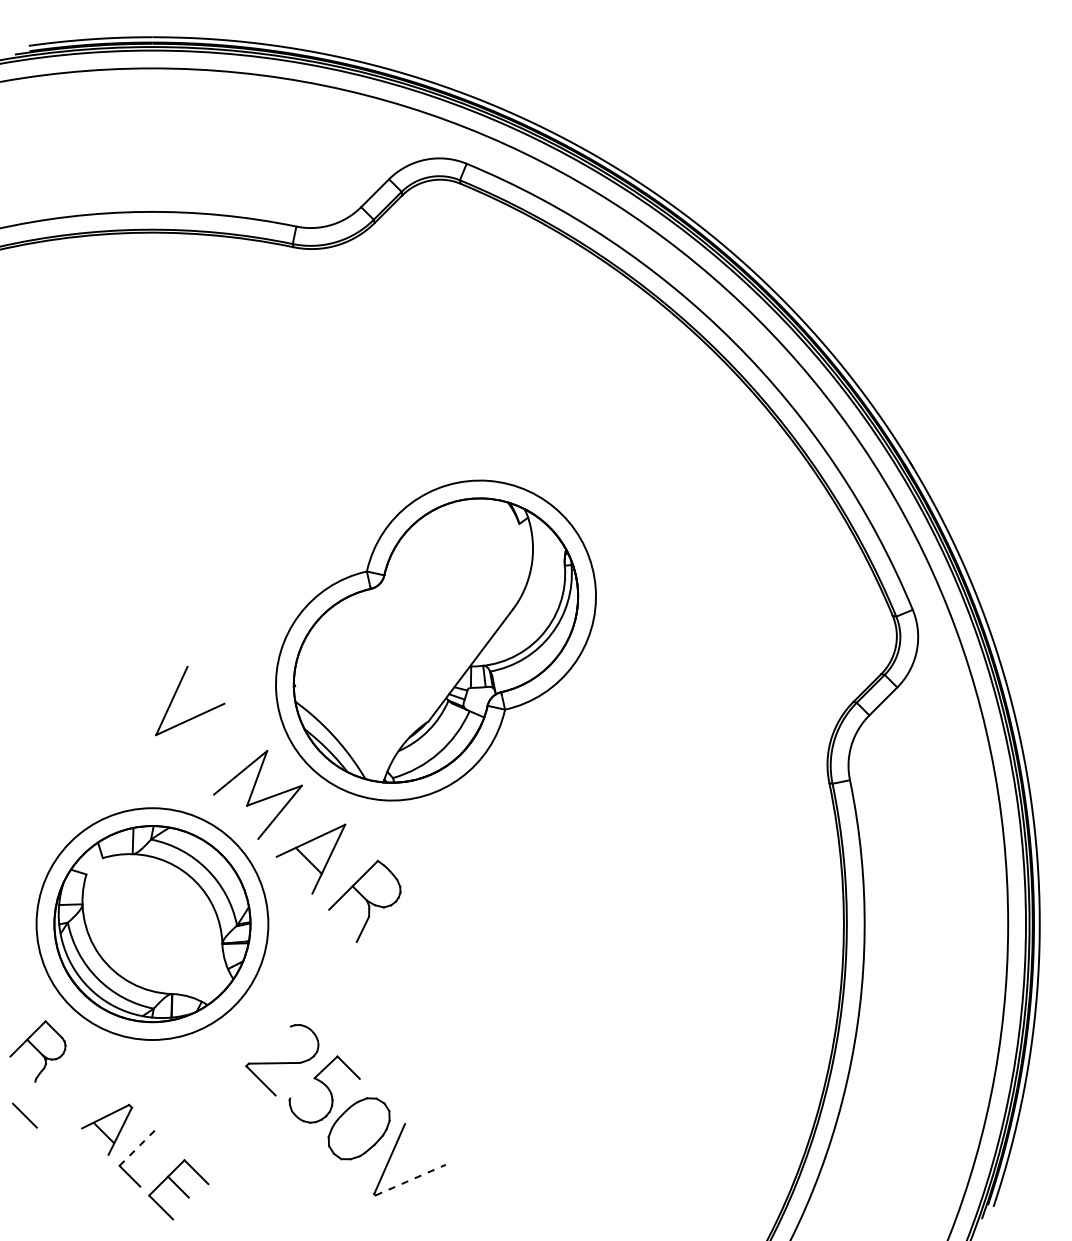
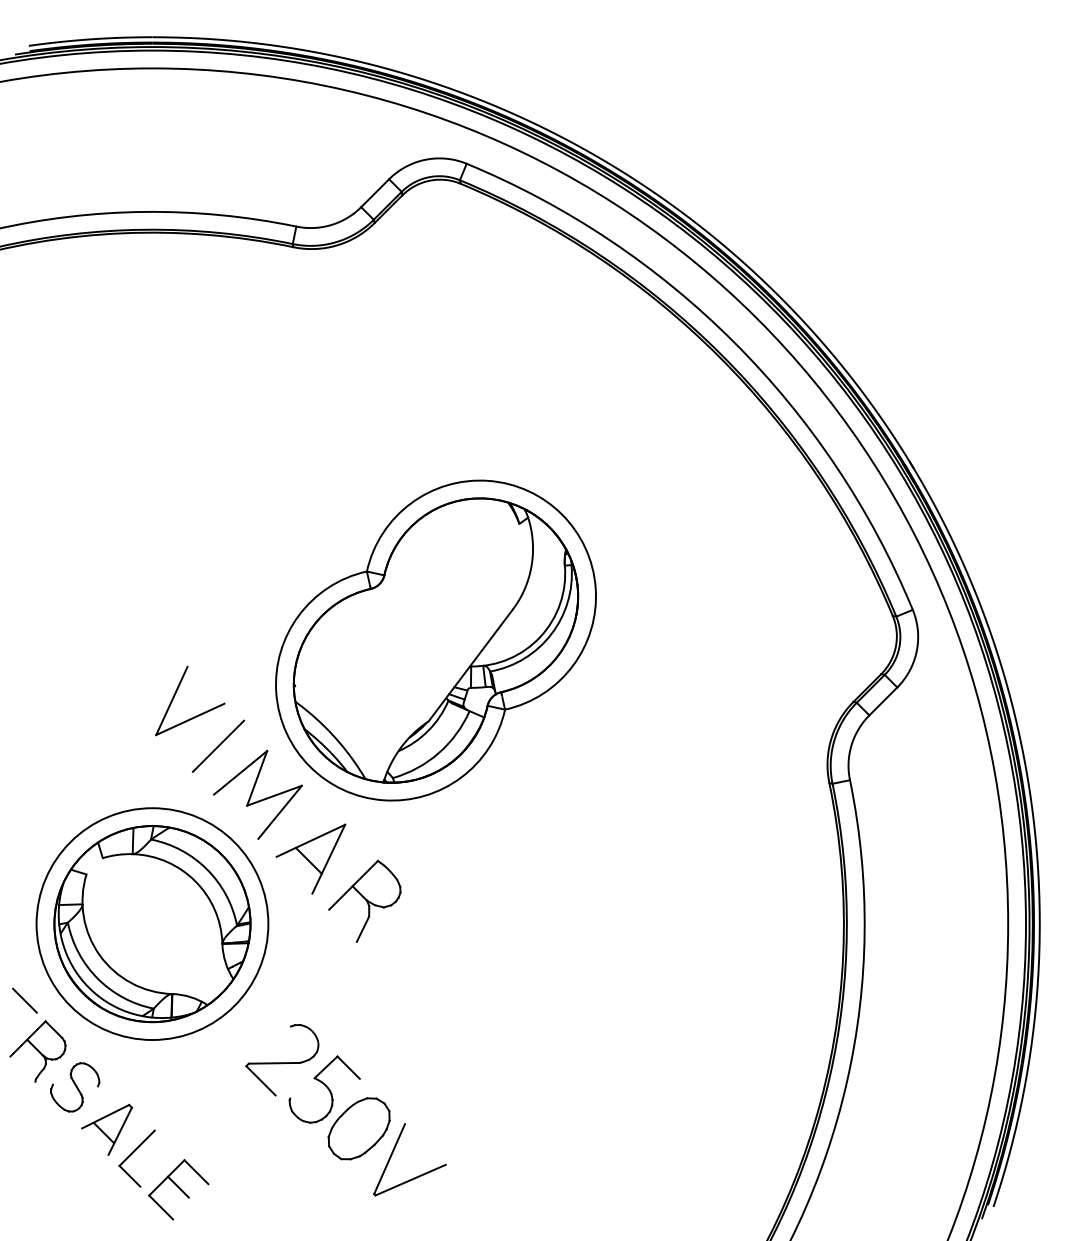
line at (218, 745): none -> present
part at (75, 1087): none -> present
line at (24, 1115) position: (24, 1115) -> (24, 1000)
line at (137, 1148): dashed -> solid
line at (411, 1179): dashed -> solid
